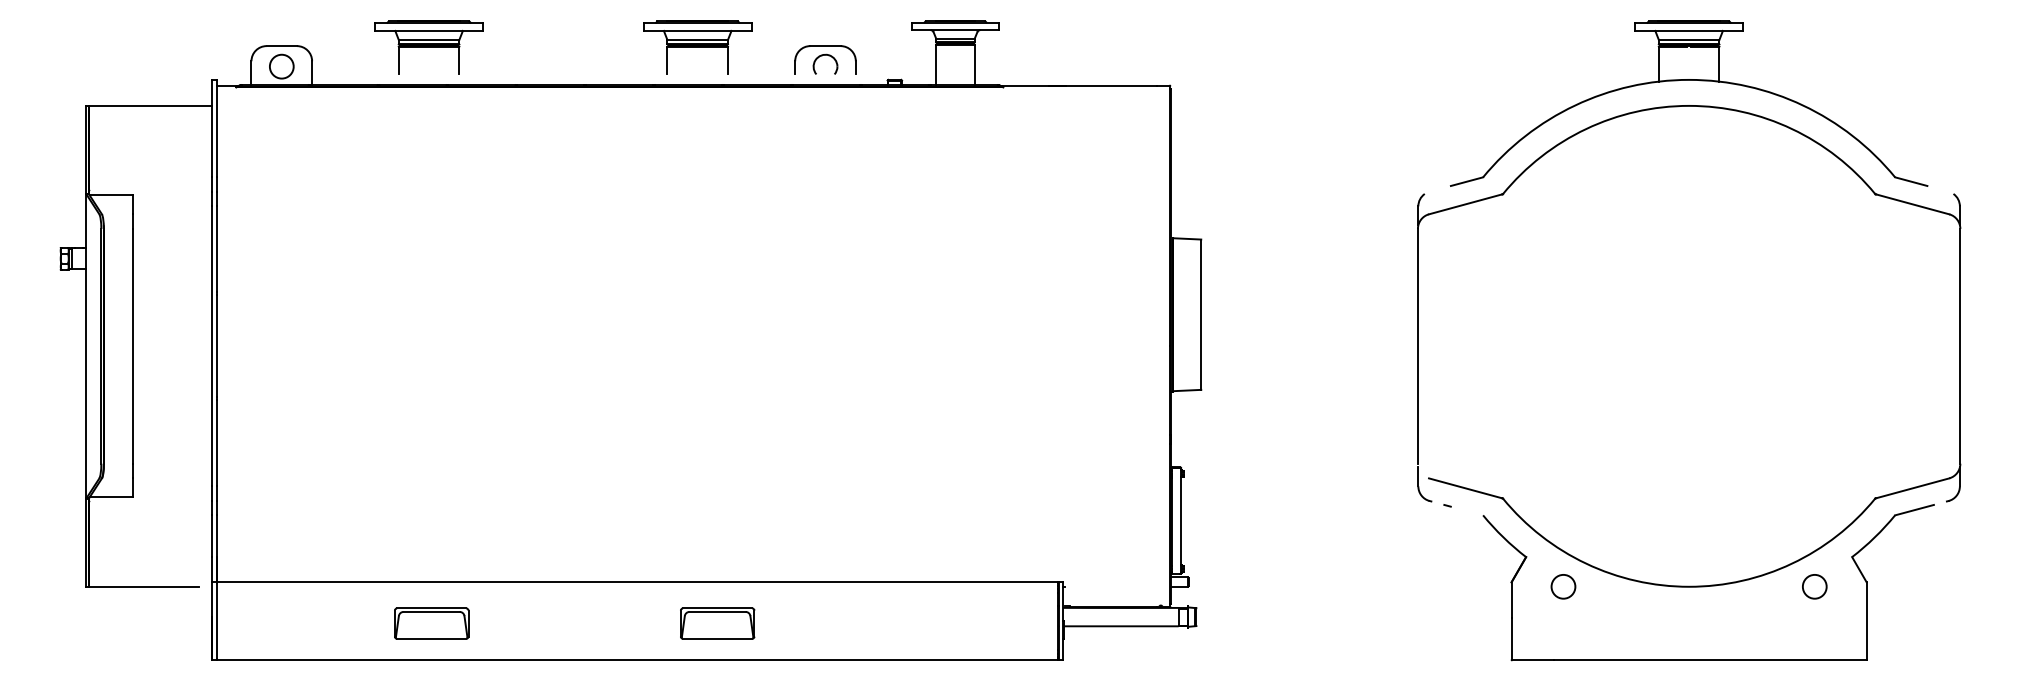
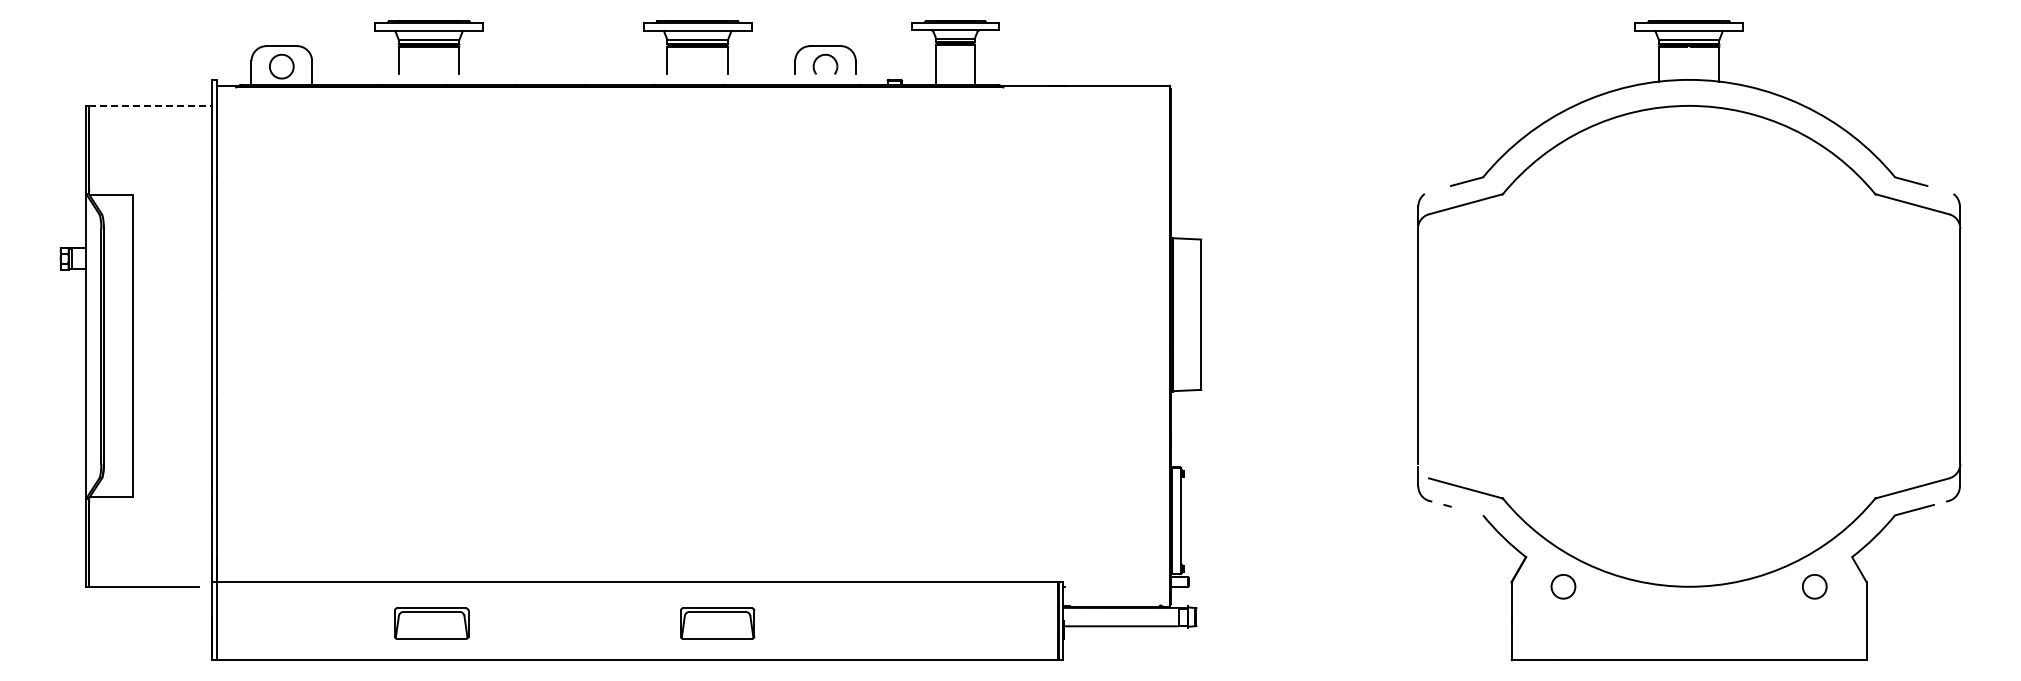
line at (150, 105): solid -> dashed
